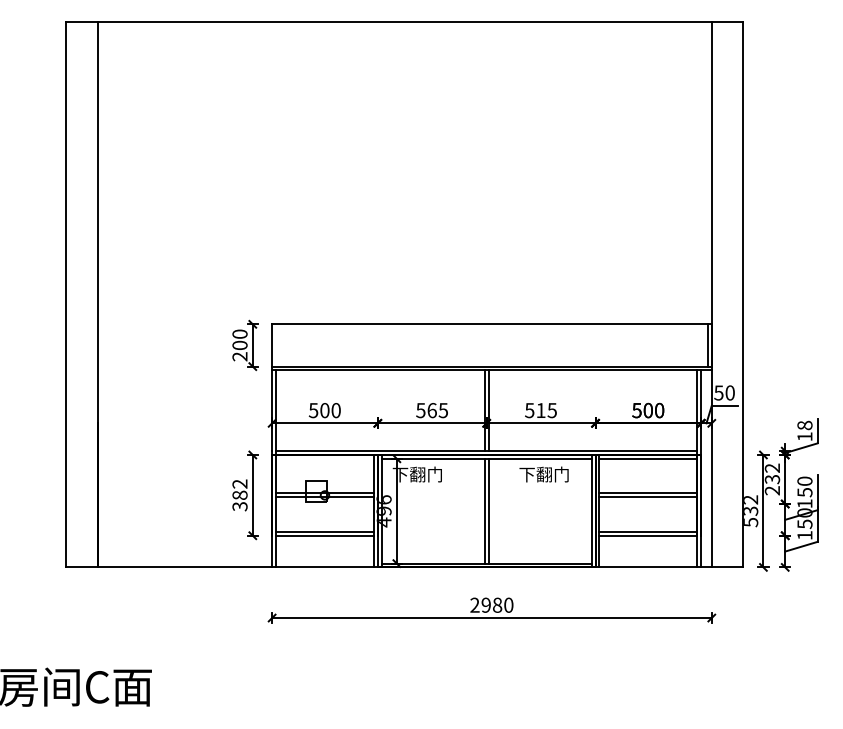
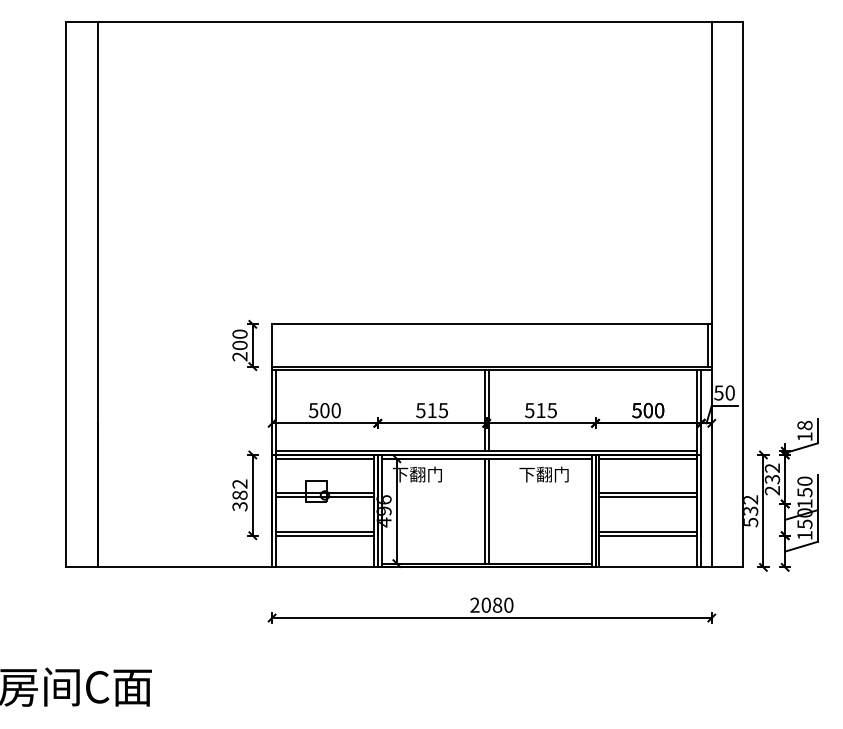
text at (431, 410): 565 -> 515
line at (324, 458): none -> present
text at (485, 604): 2980 -> 2080
